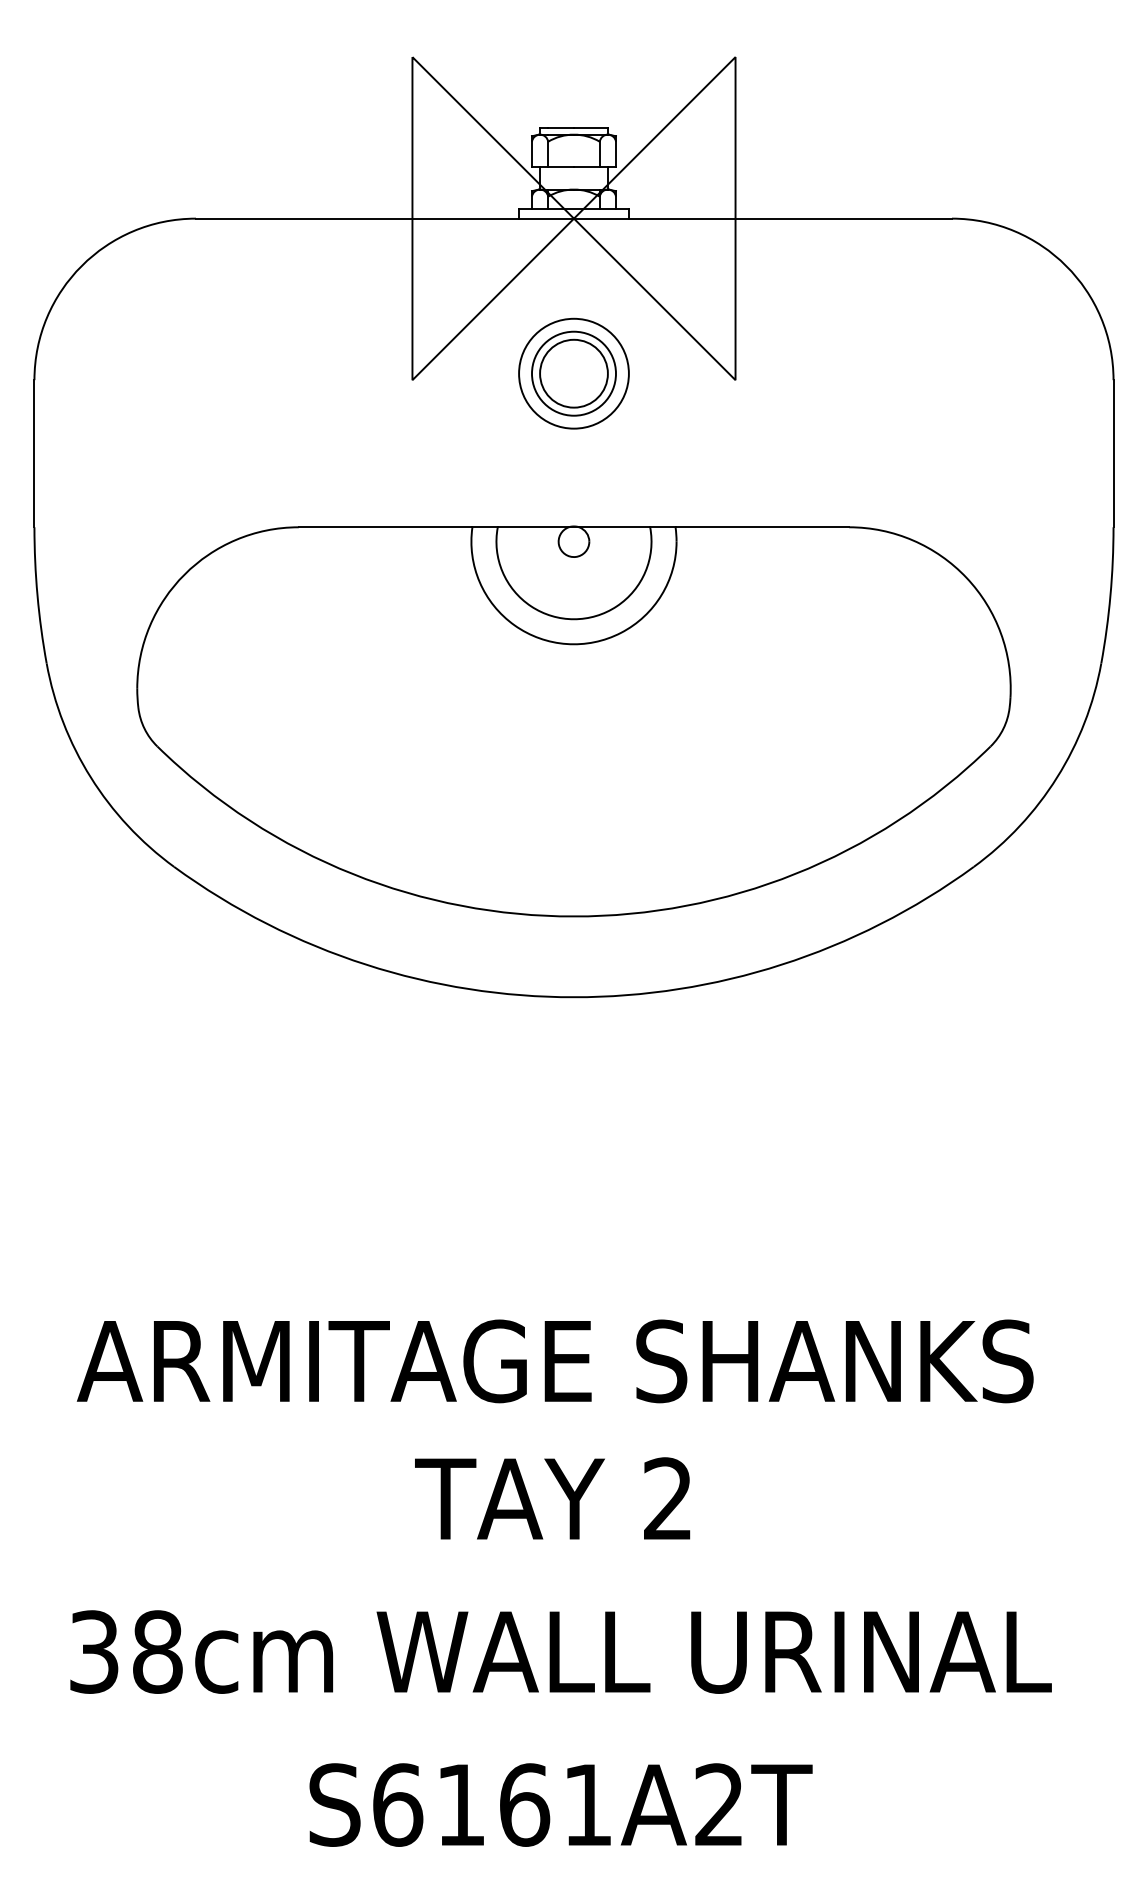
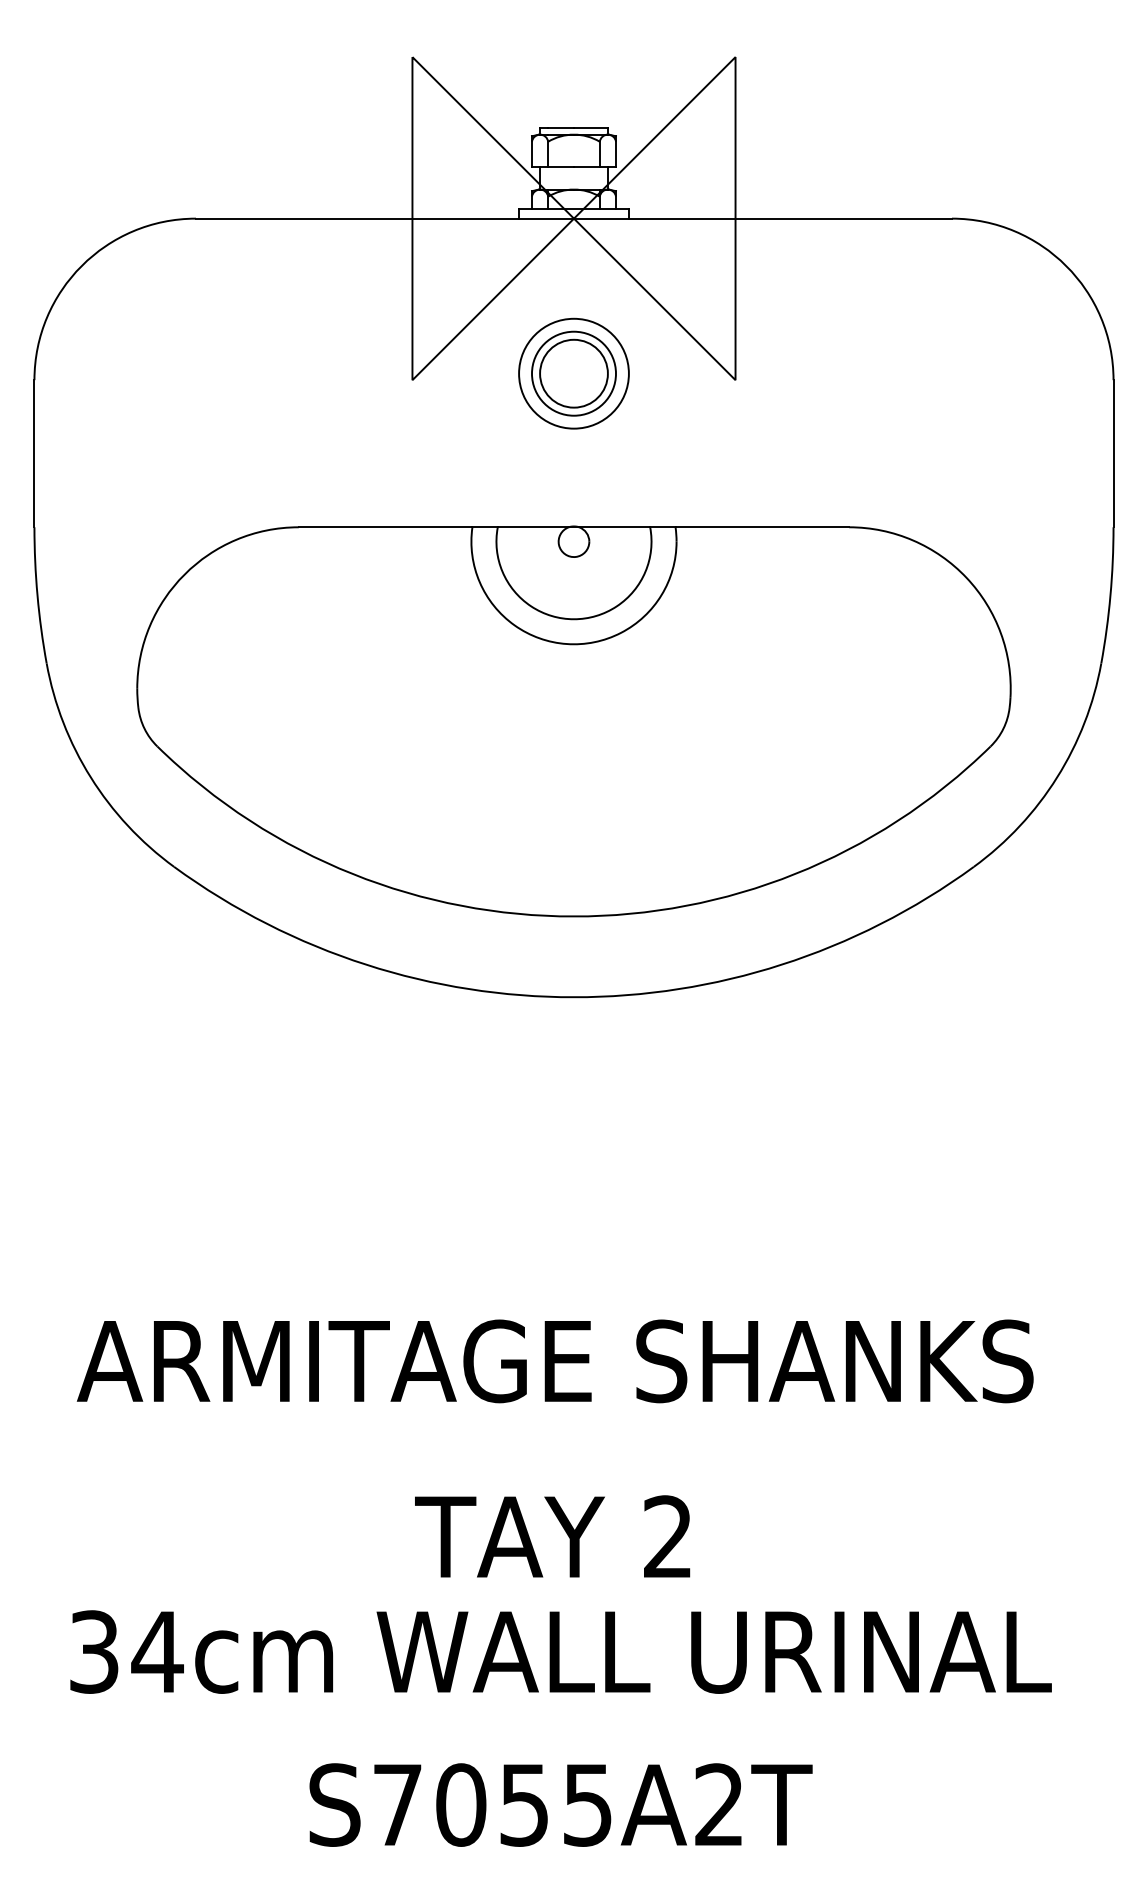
text at (552, 1498) position: (552, 1498) -> (552, 1536)
text at (157, 1651): 38cm -> 34cm
text at (492, 1804): S6161A2T -> S7055A2T
